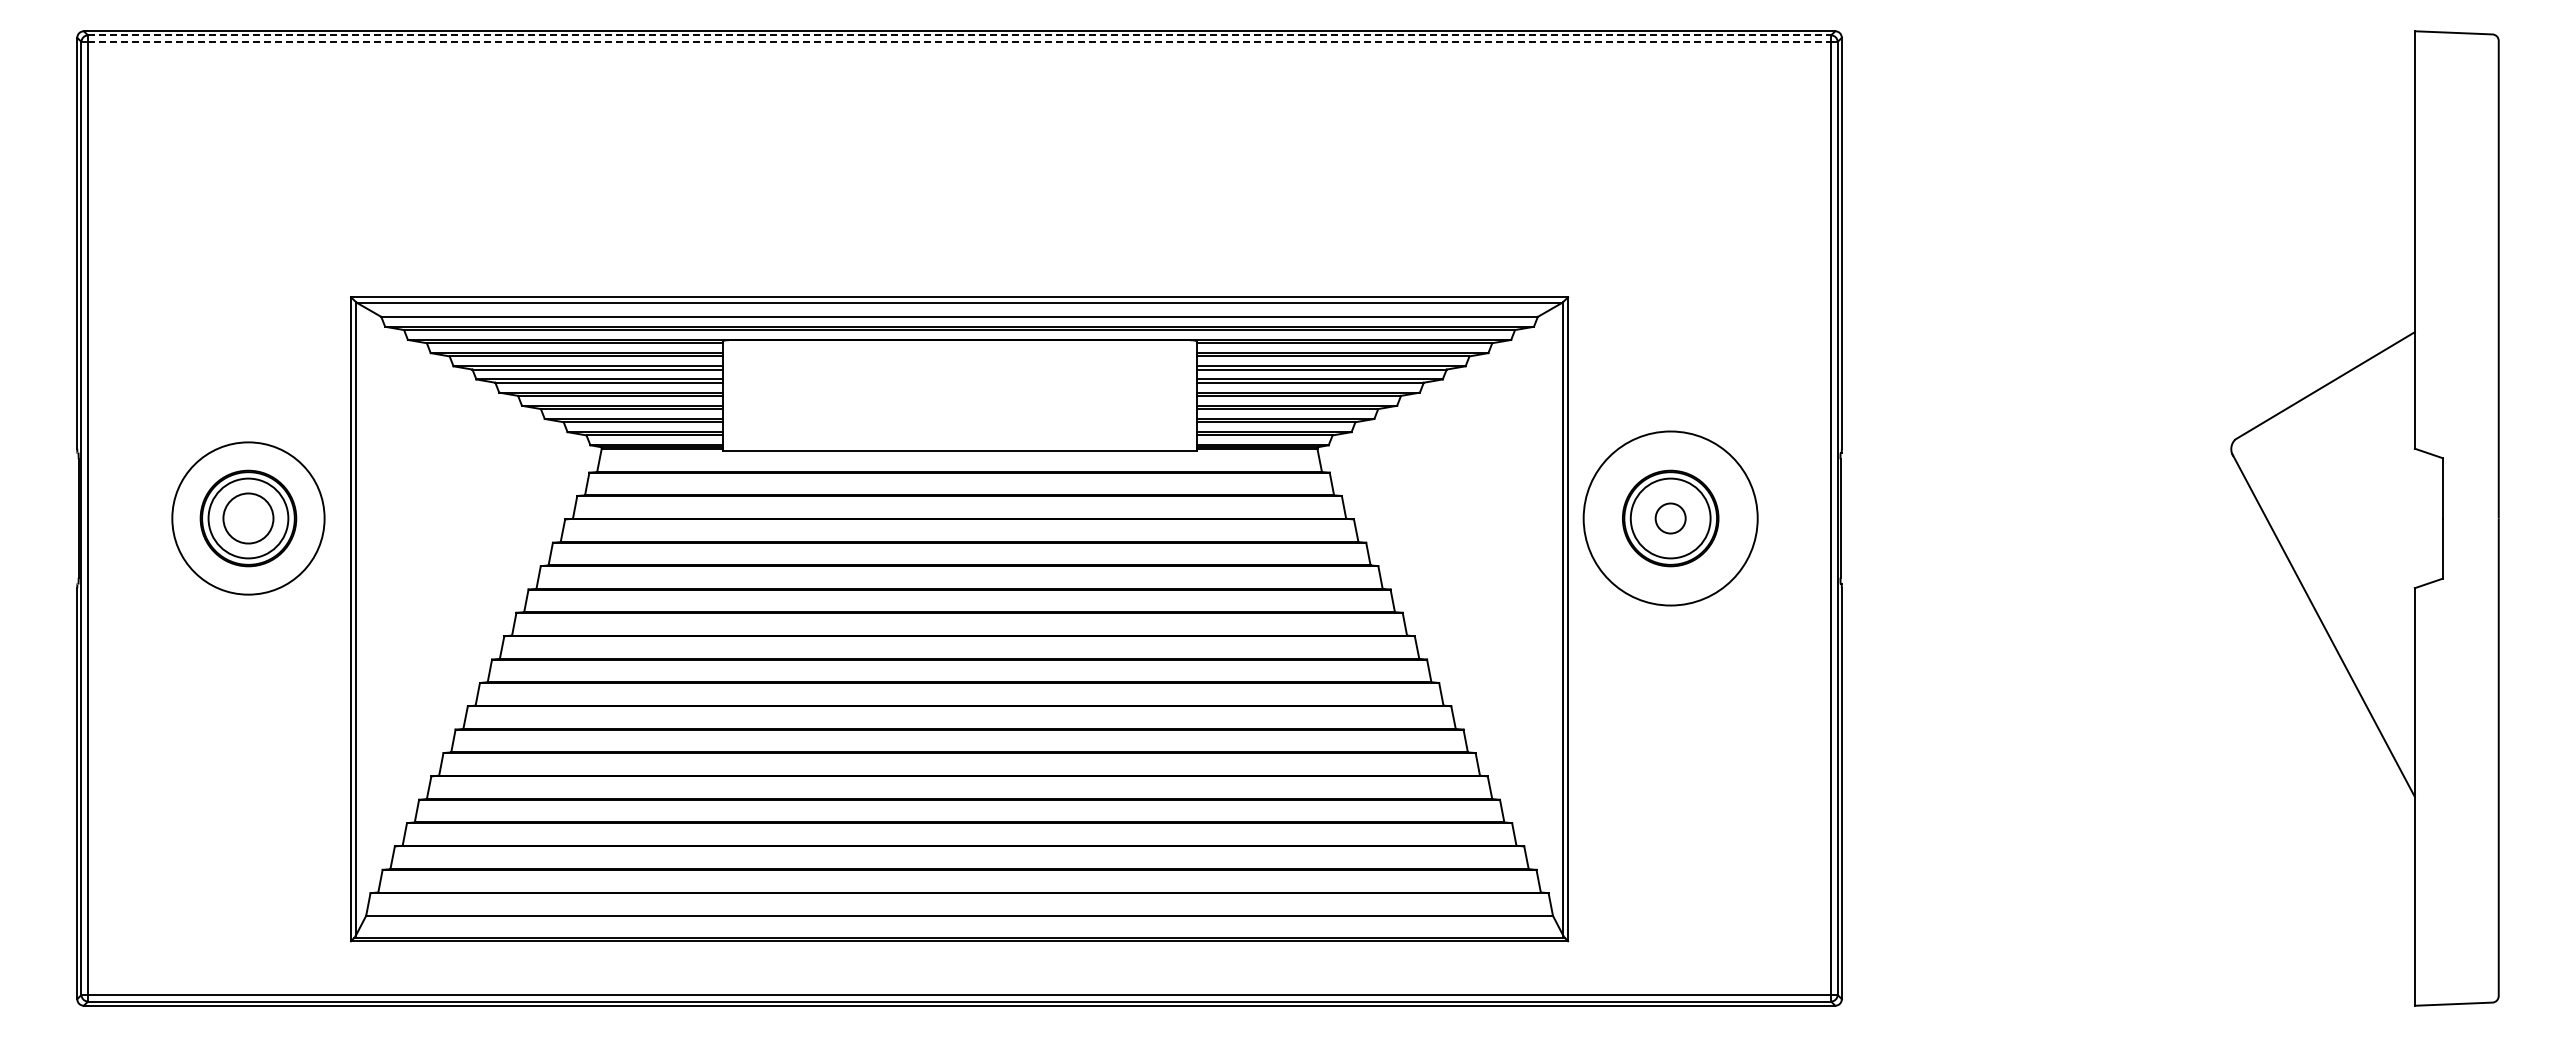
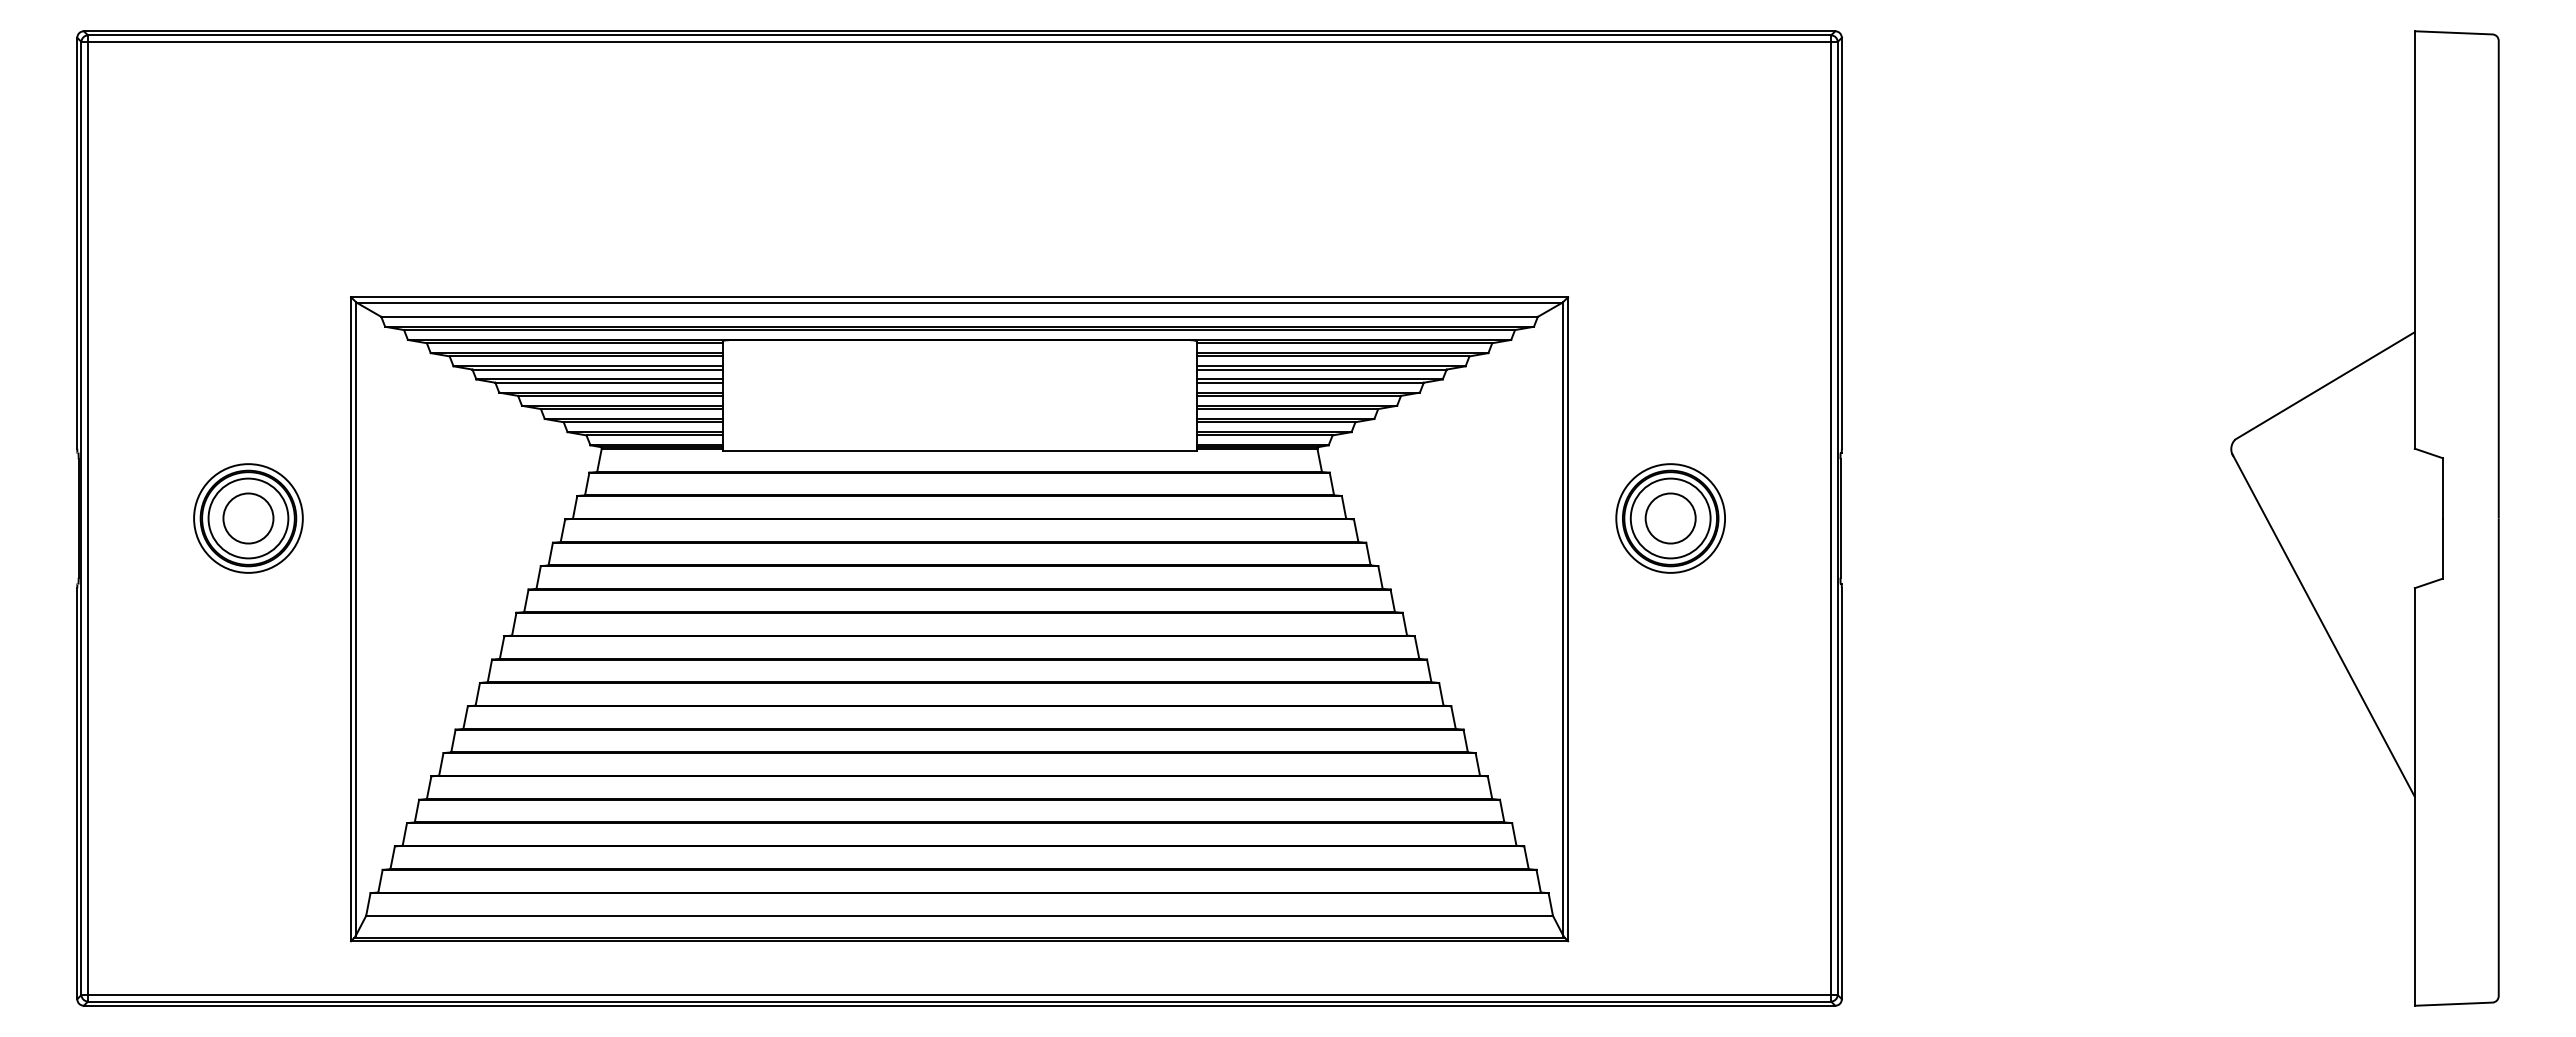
line at (959, 35): dashed -> solid
line at (959, 41): dashed -> solid
circle at (248, 518) diameter: 152 px -> 109 px
circle at (1670, 518) diameter: 174 px -> 109 px
circle at (1670, 518) diameter: 30 px -> 50 px
